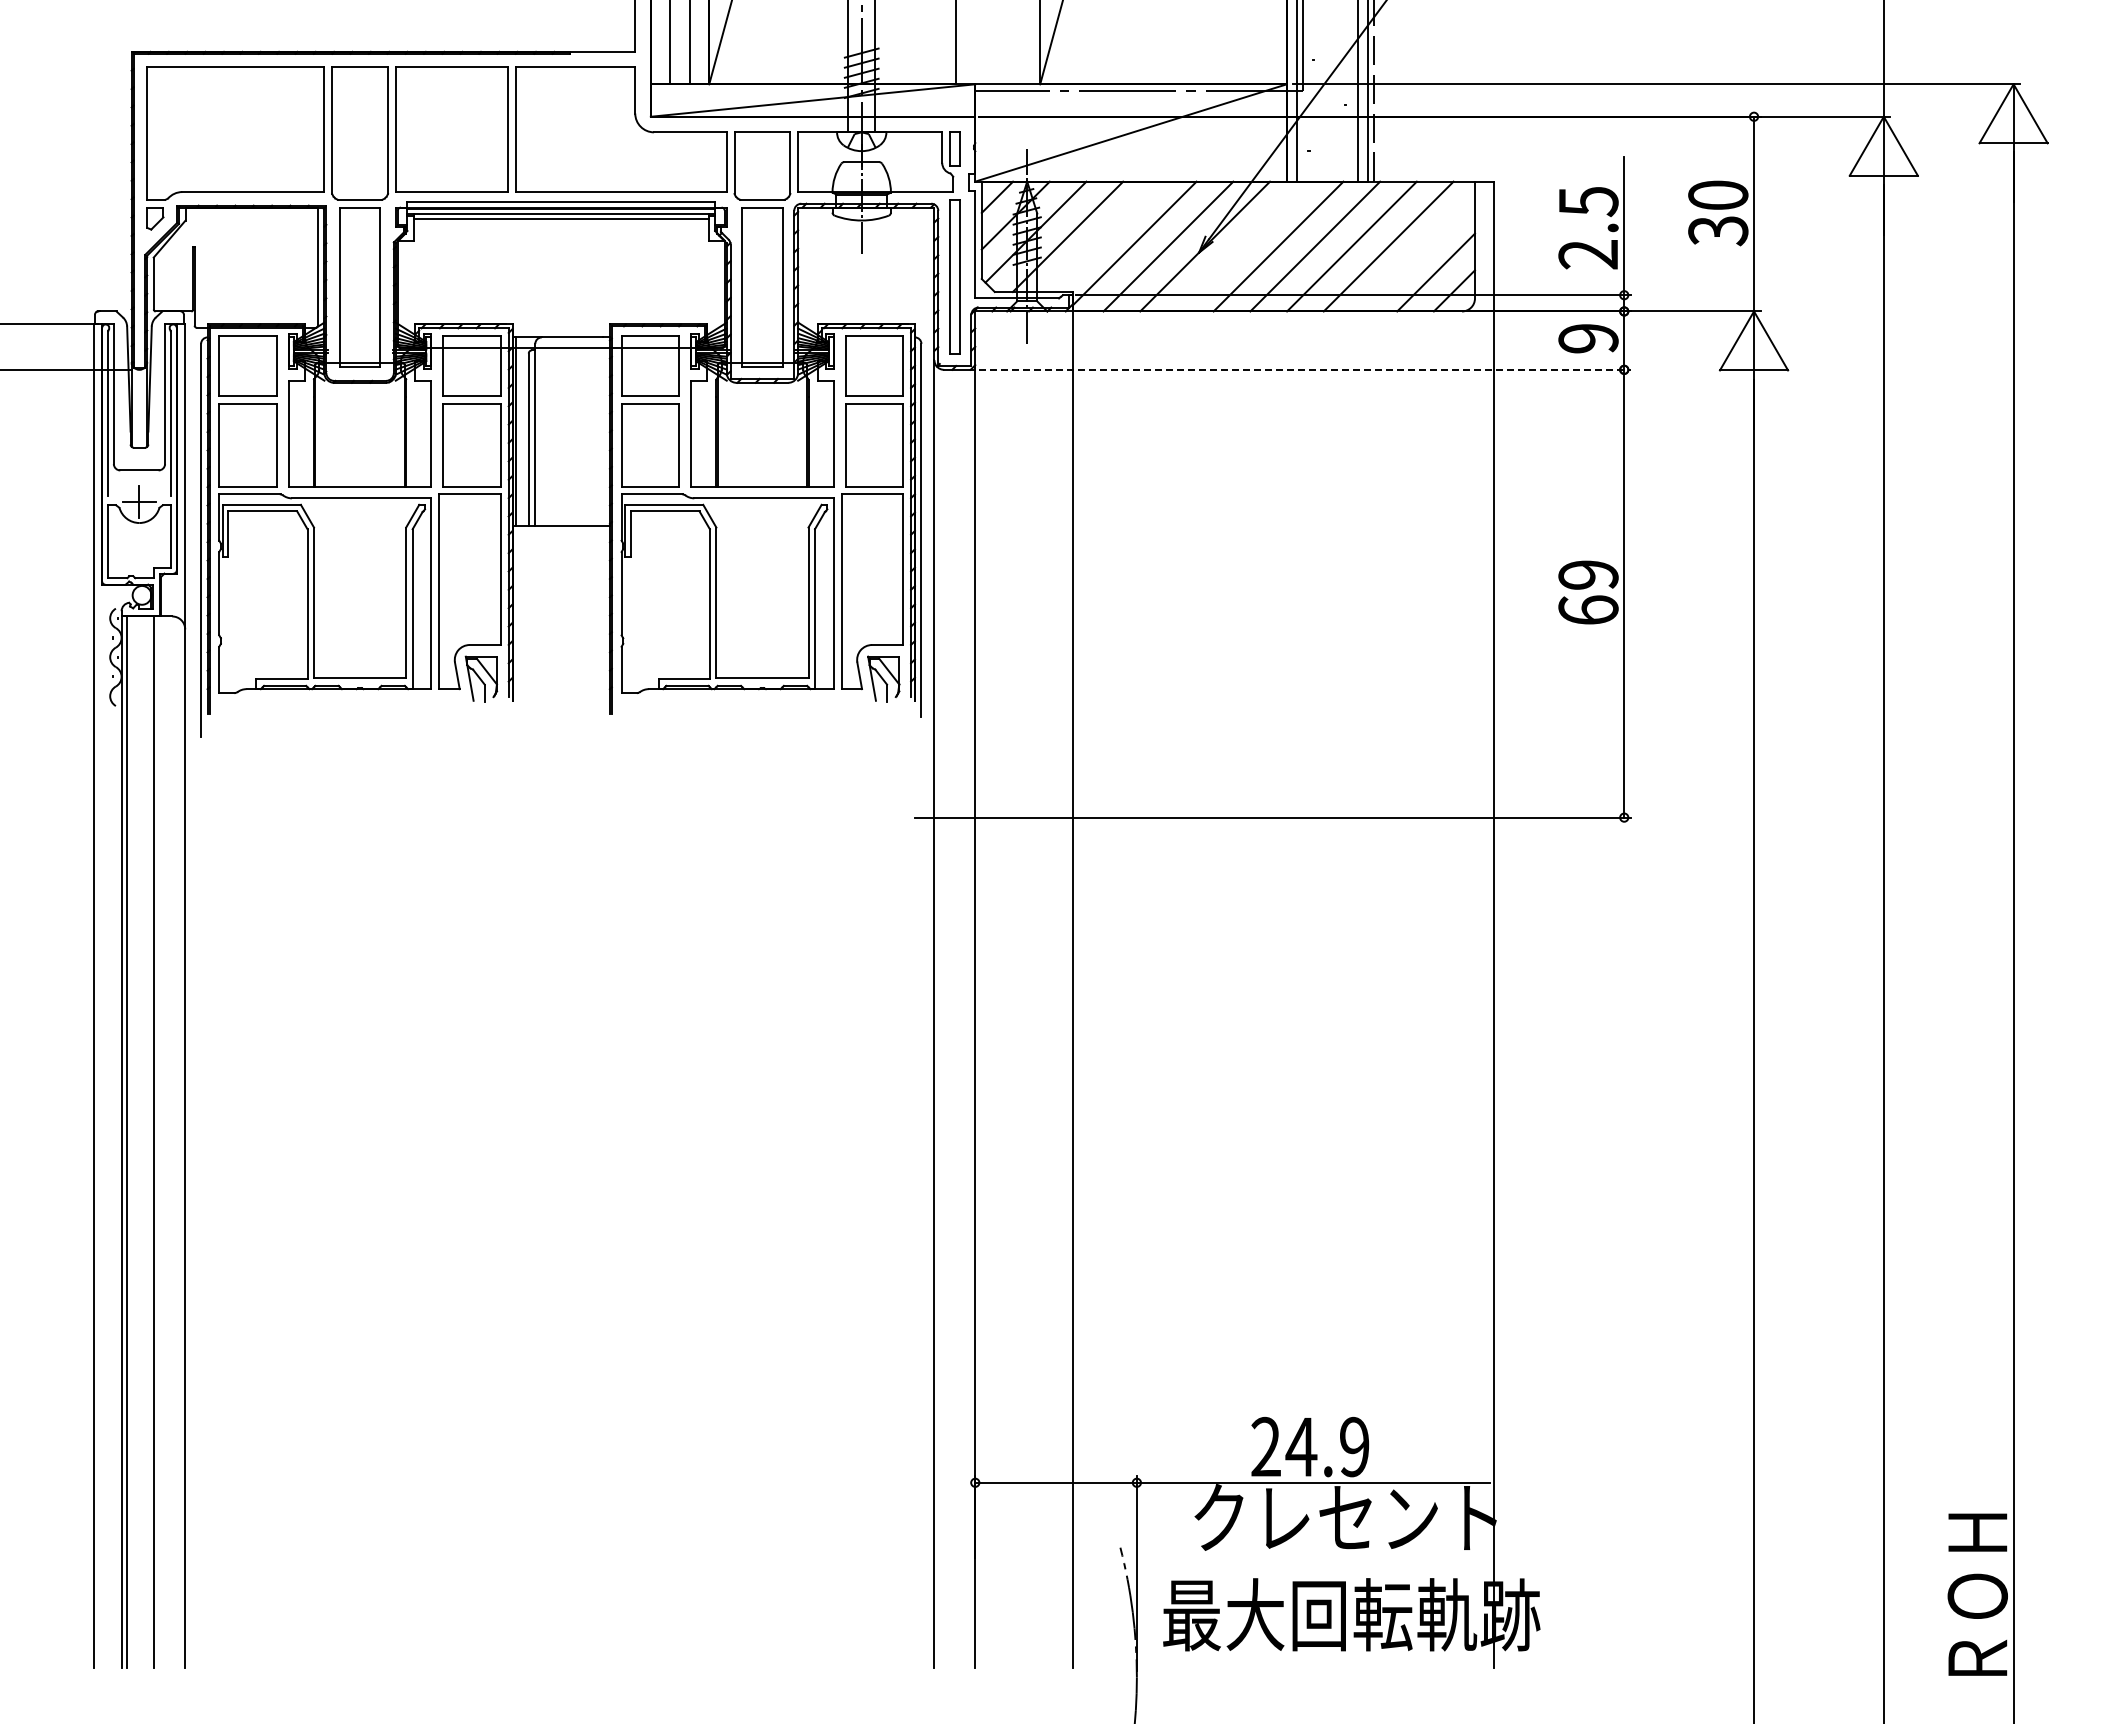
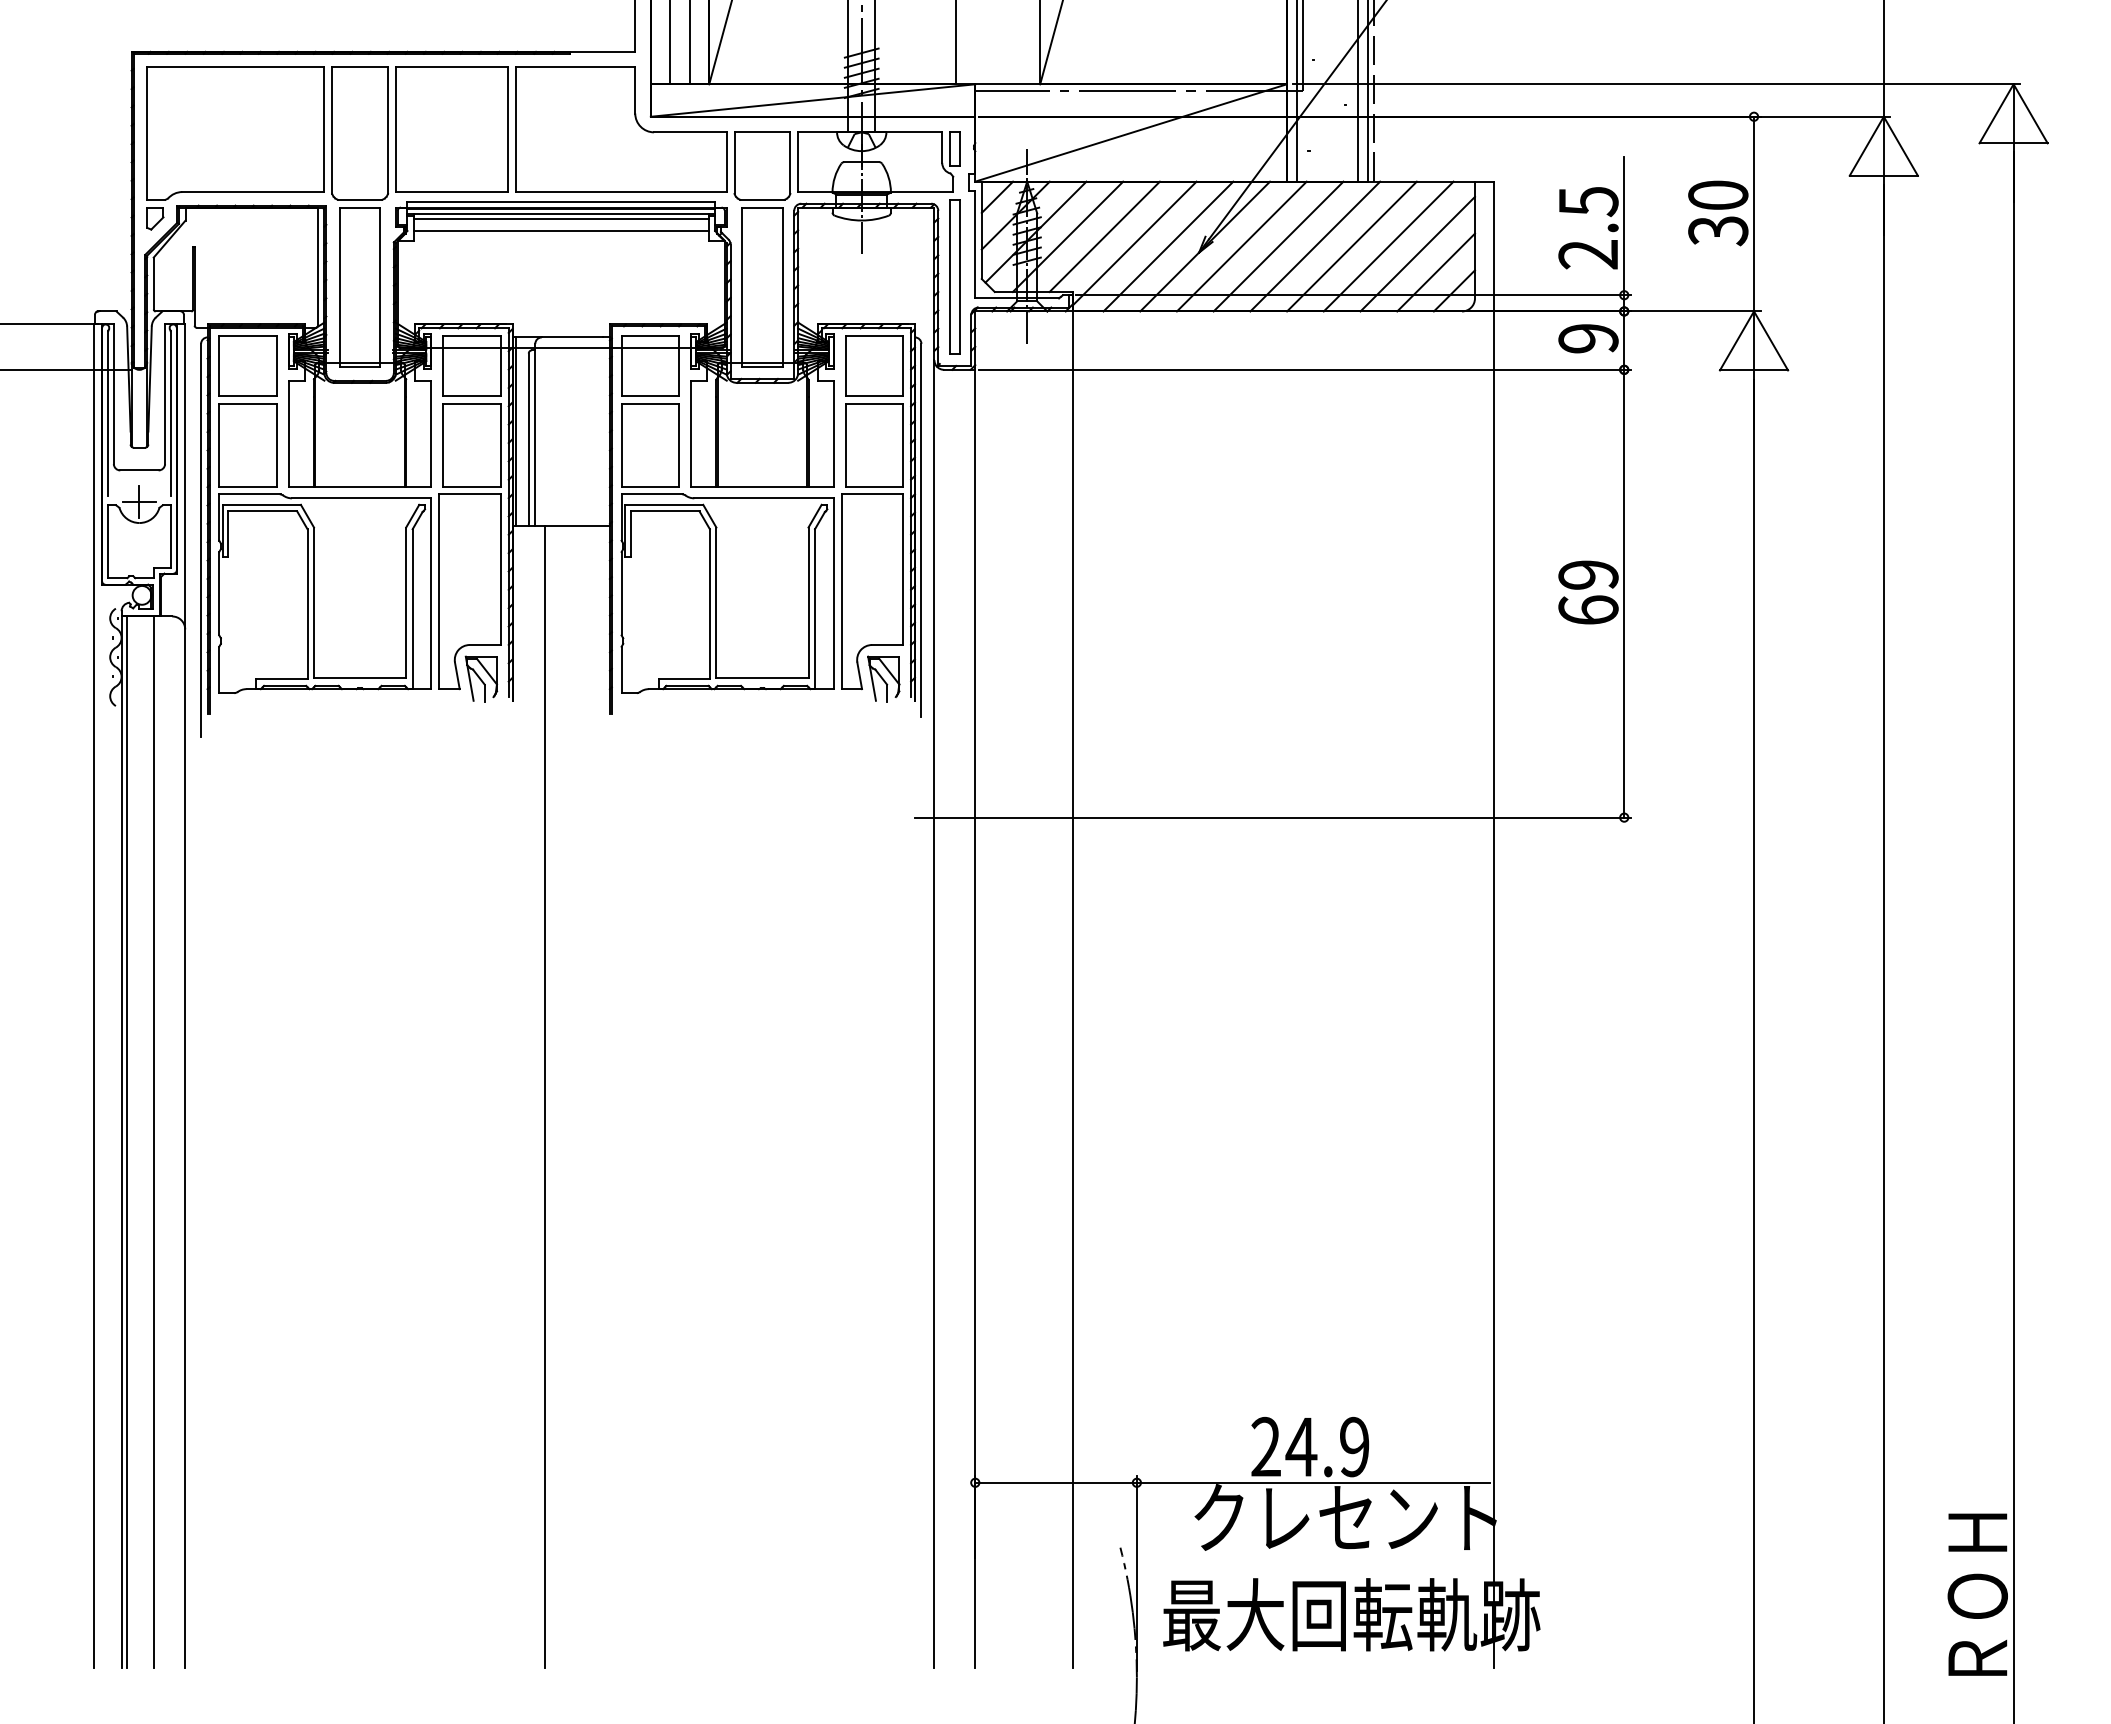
line at (560, 230): none -> present
line at (1104, 236): none -> present
line at (1241, 246): none -> present
line at (1417, 253): none -> present
line at (1305, 369): dashed -> solid
line at (545, 1096): none -> present
